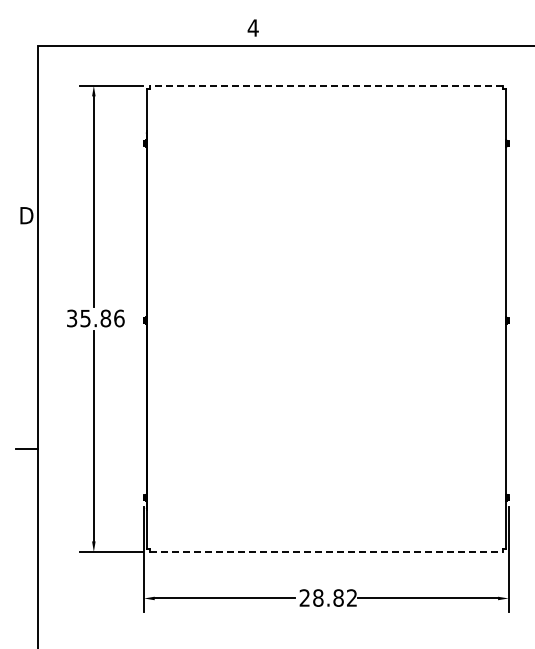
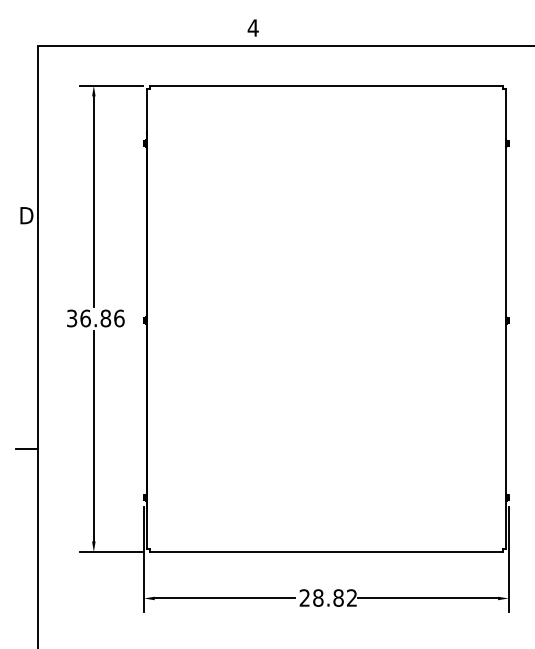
line at (326, 85): dashed -> solid
text at (85, 318): 35.86 -> 36.86
line at (326, 552): dashed -> solid
